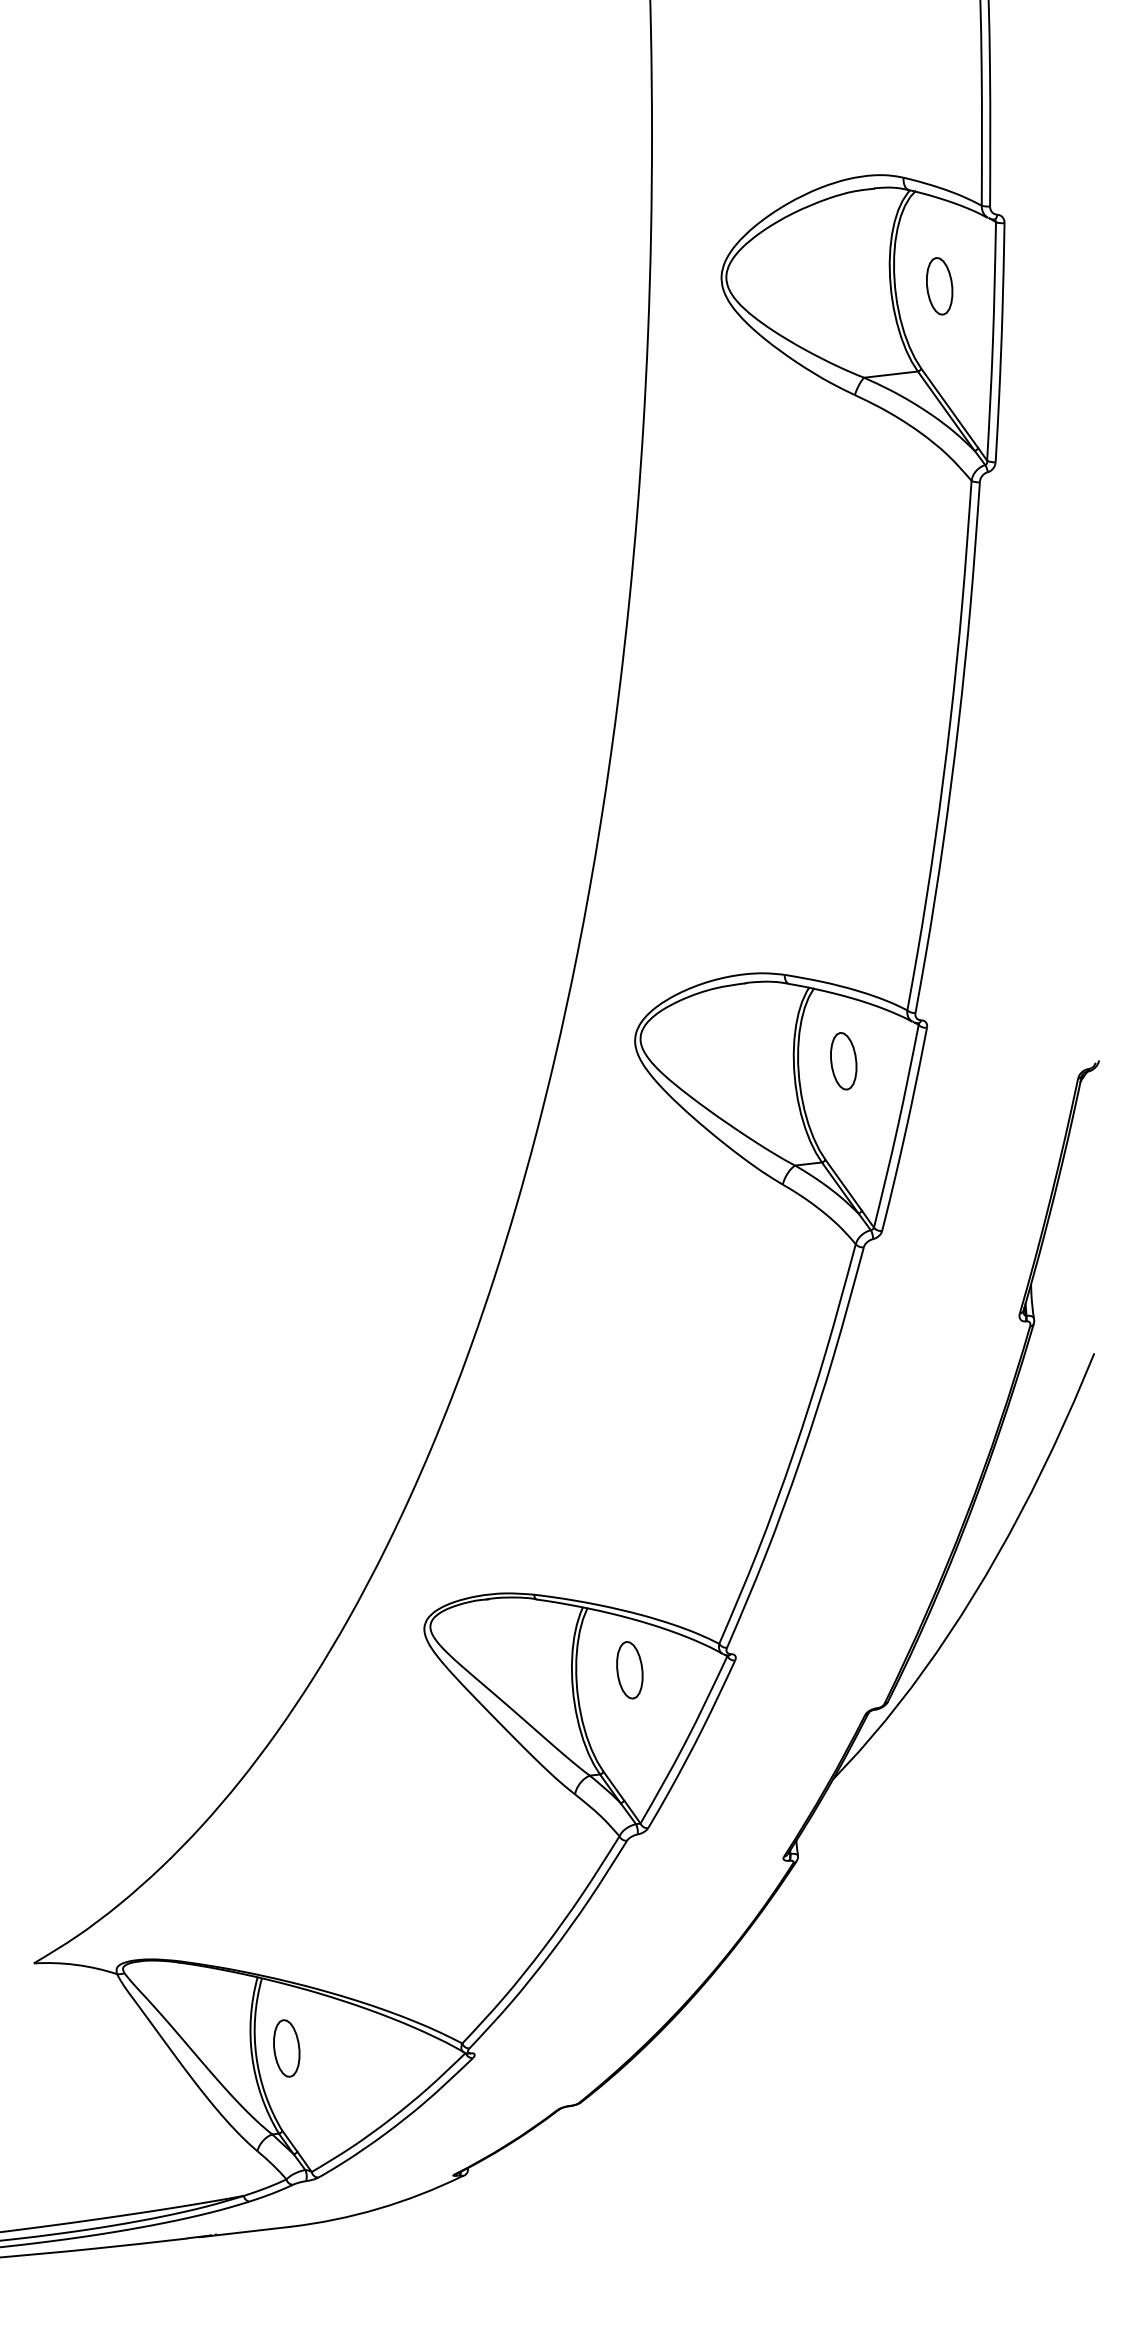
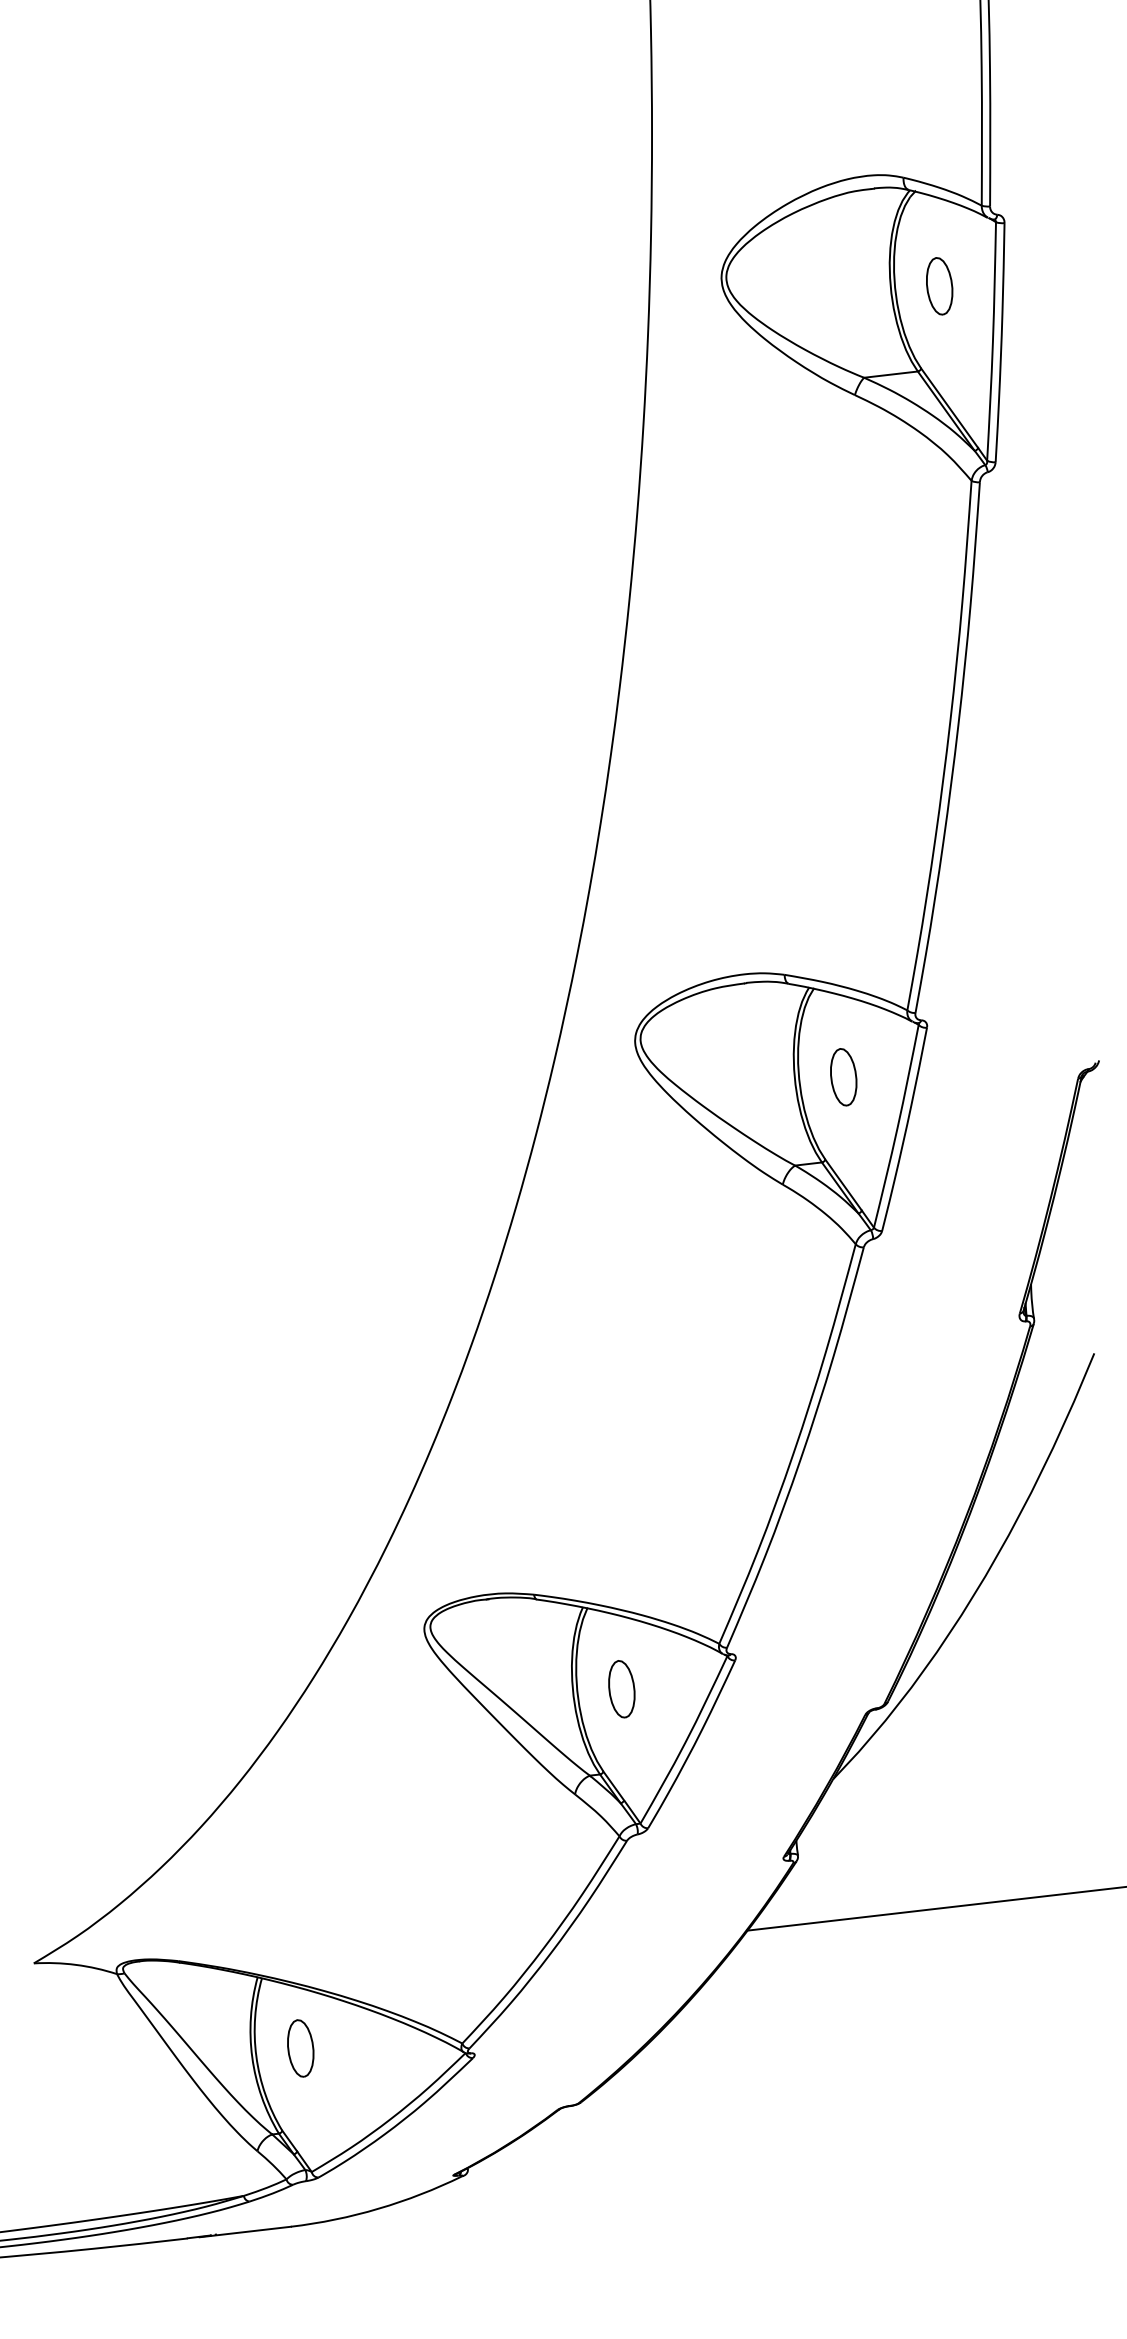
part at (843, 1061) position: (843, 1061) -> (843, 1077)
part at (629, 1670) position: (629, 1670) -> (621, 1689)
line at (935, 1908): none -> present
part at (286, 2048) position: (286, 2048) -> (300, 2048)
